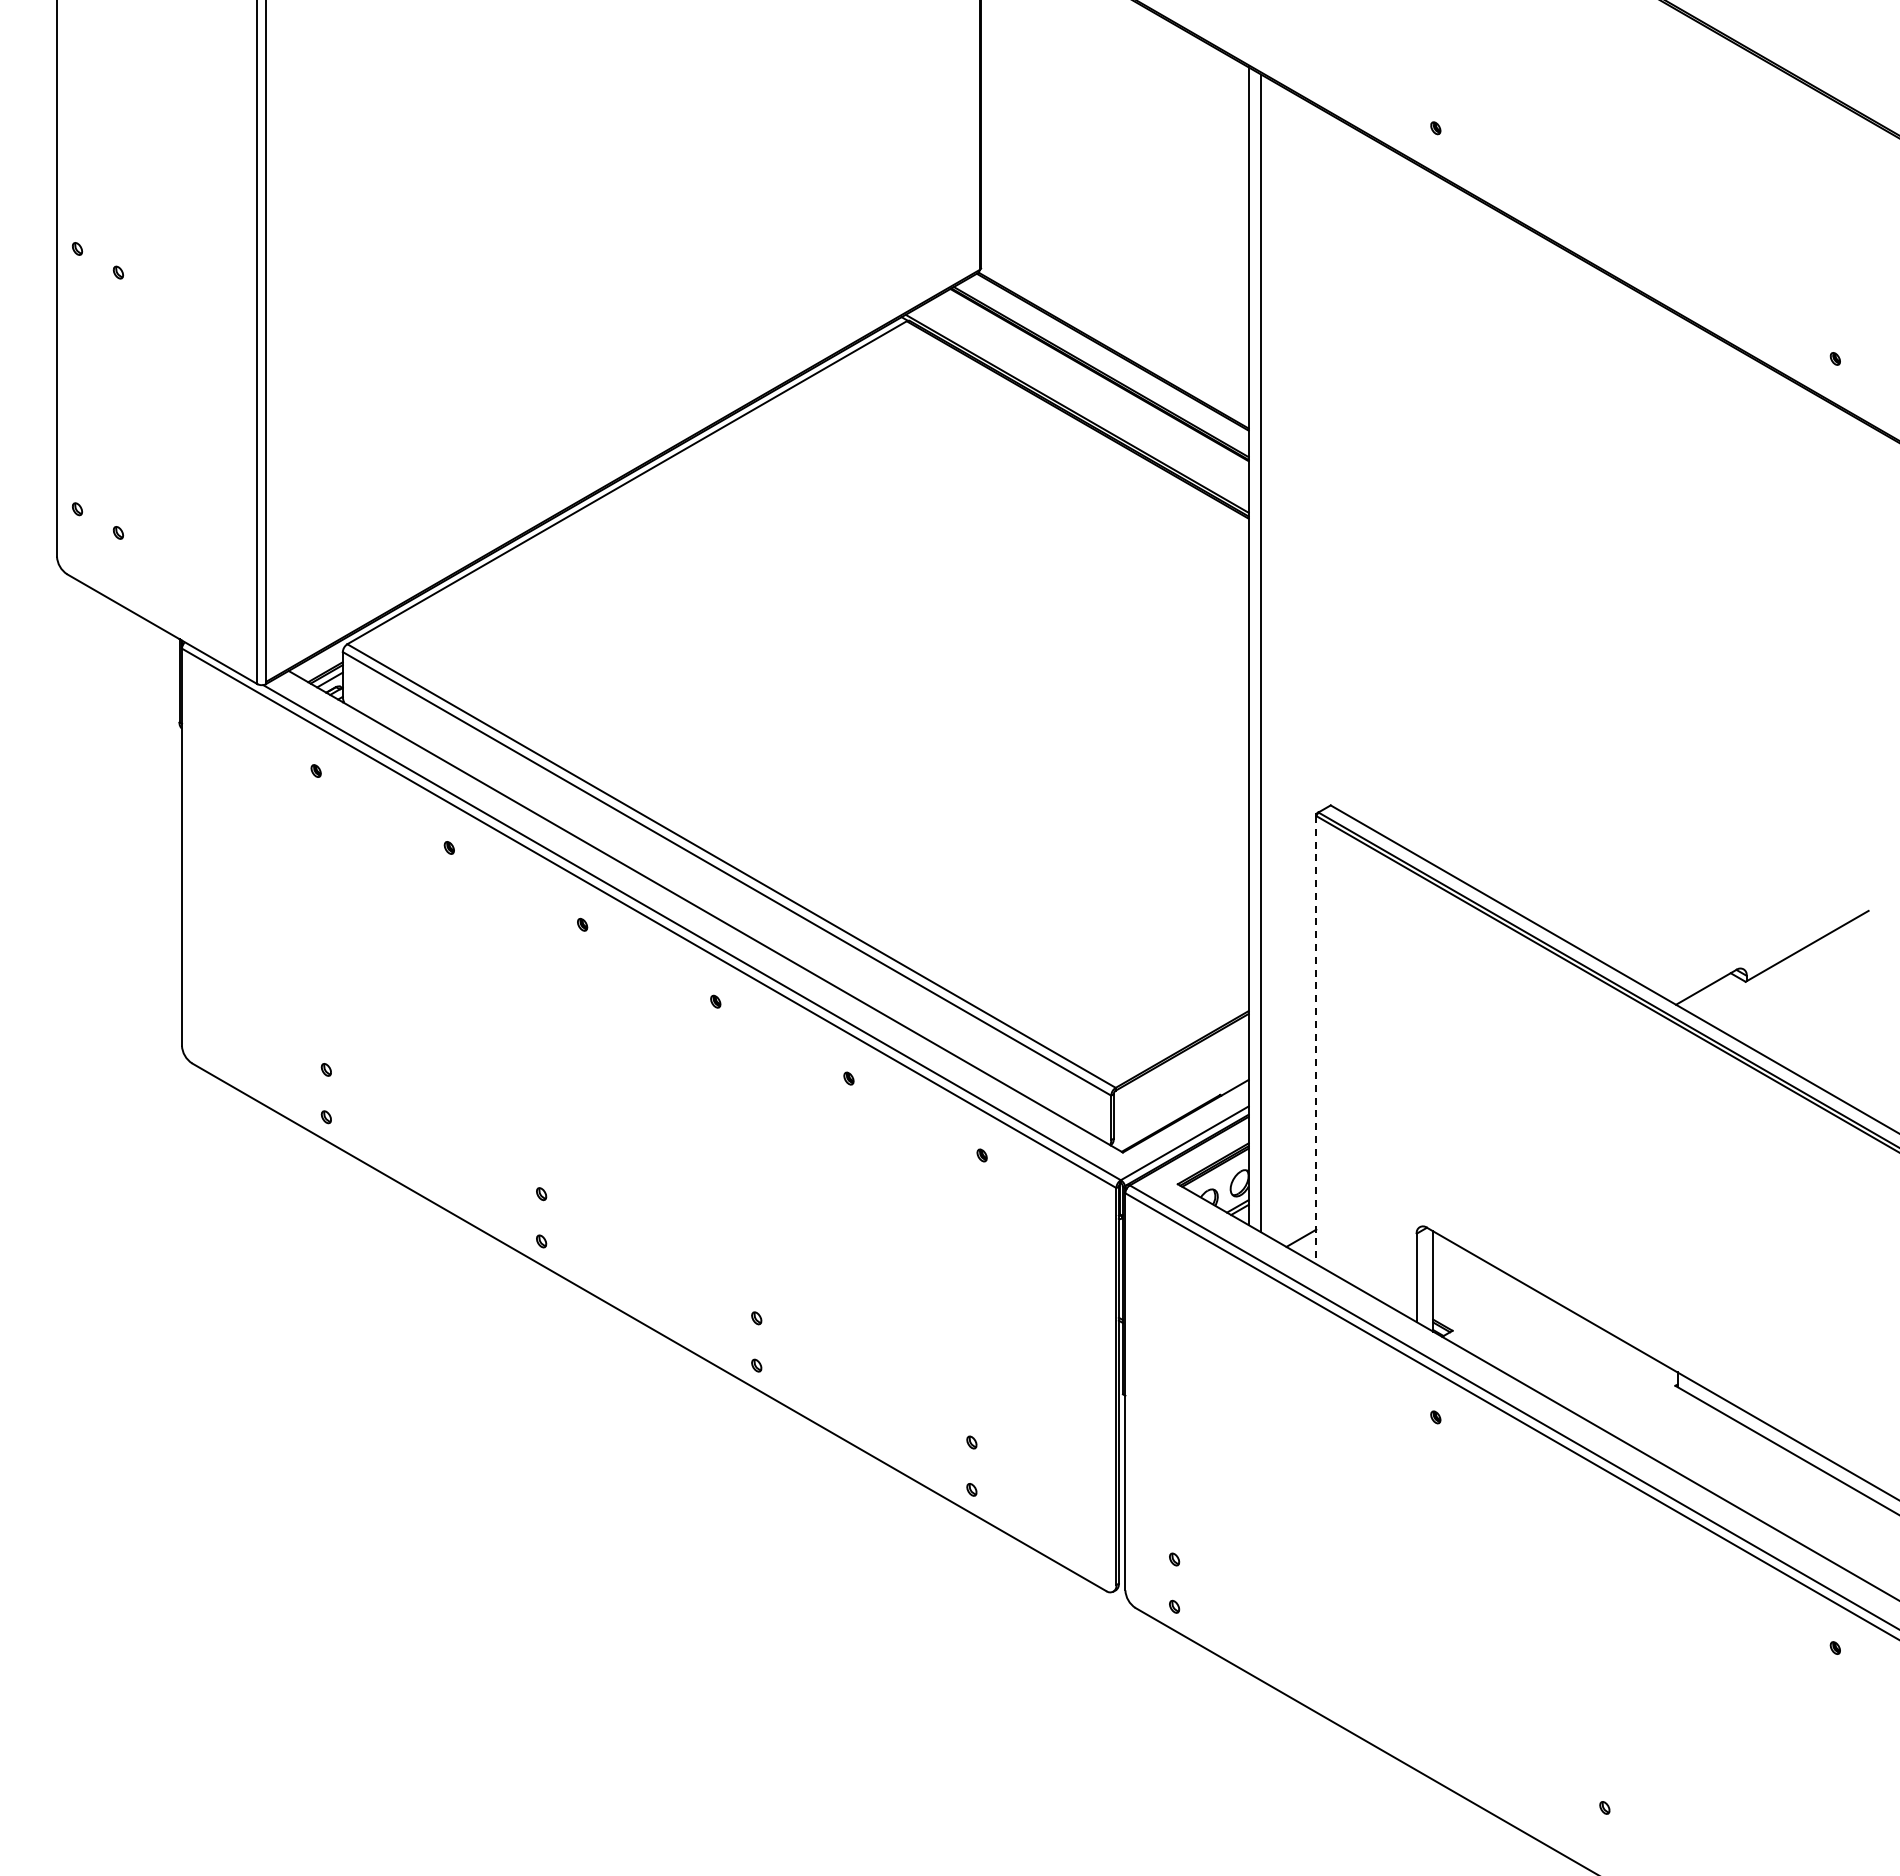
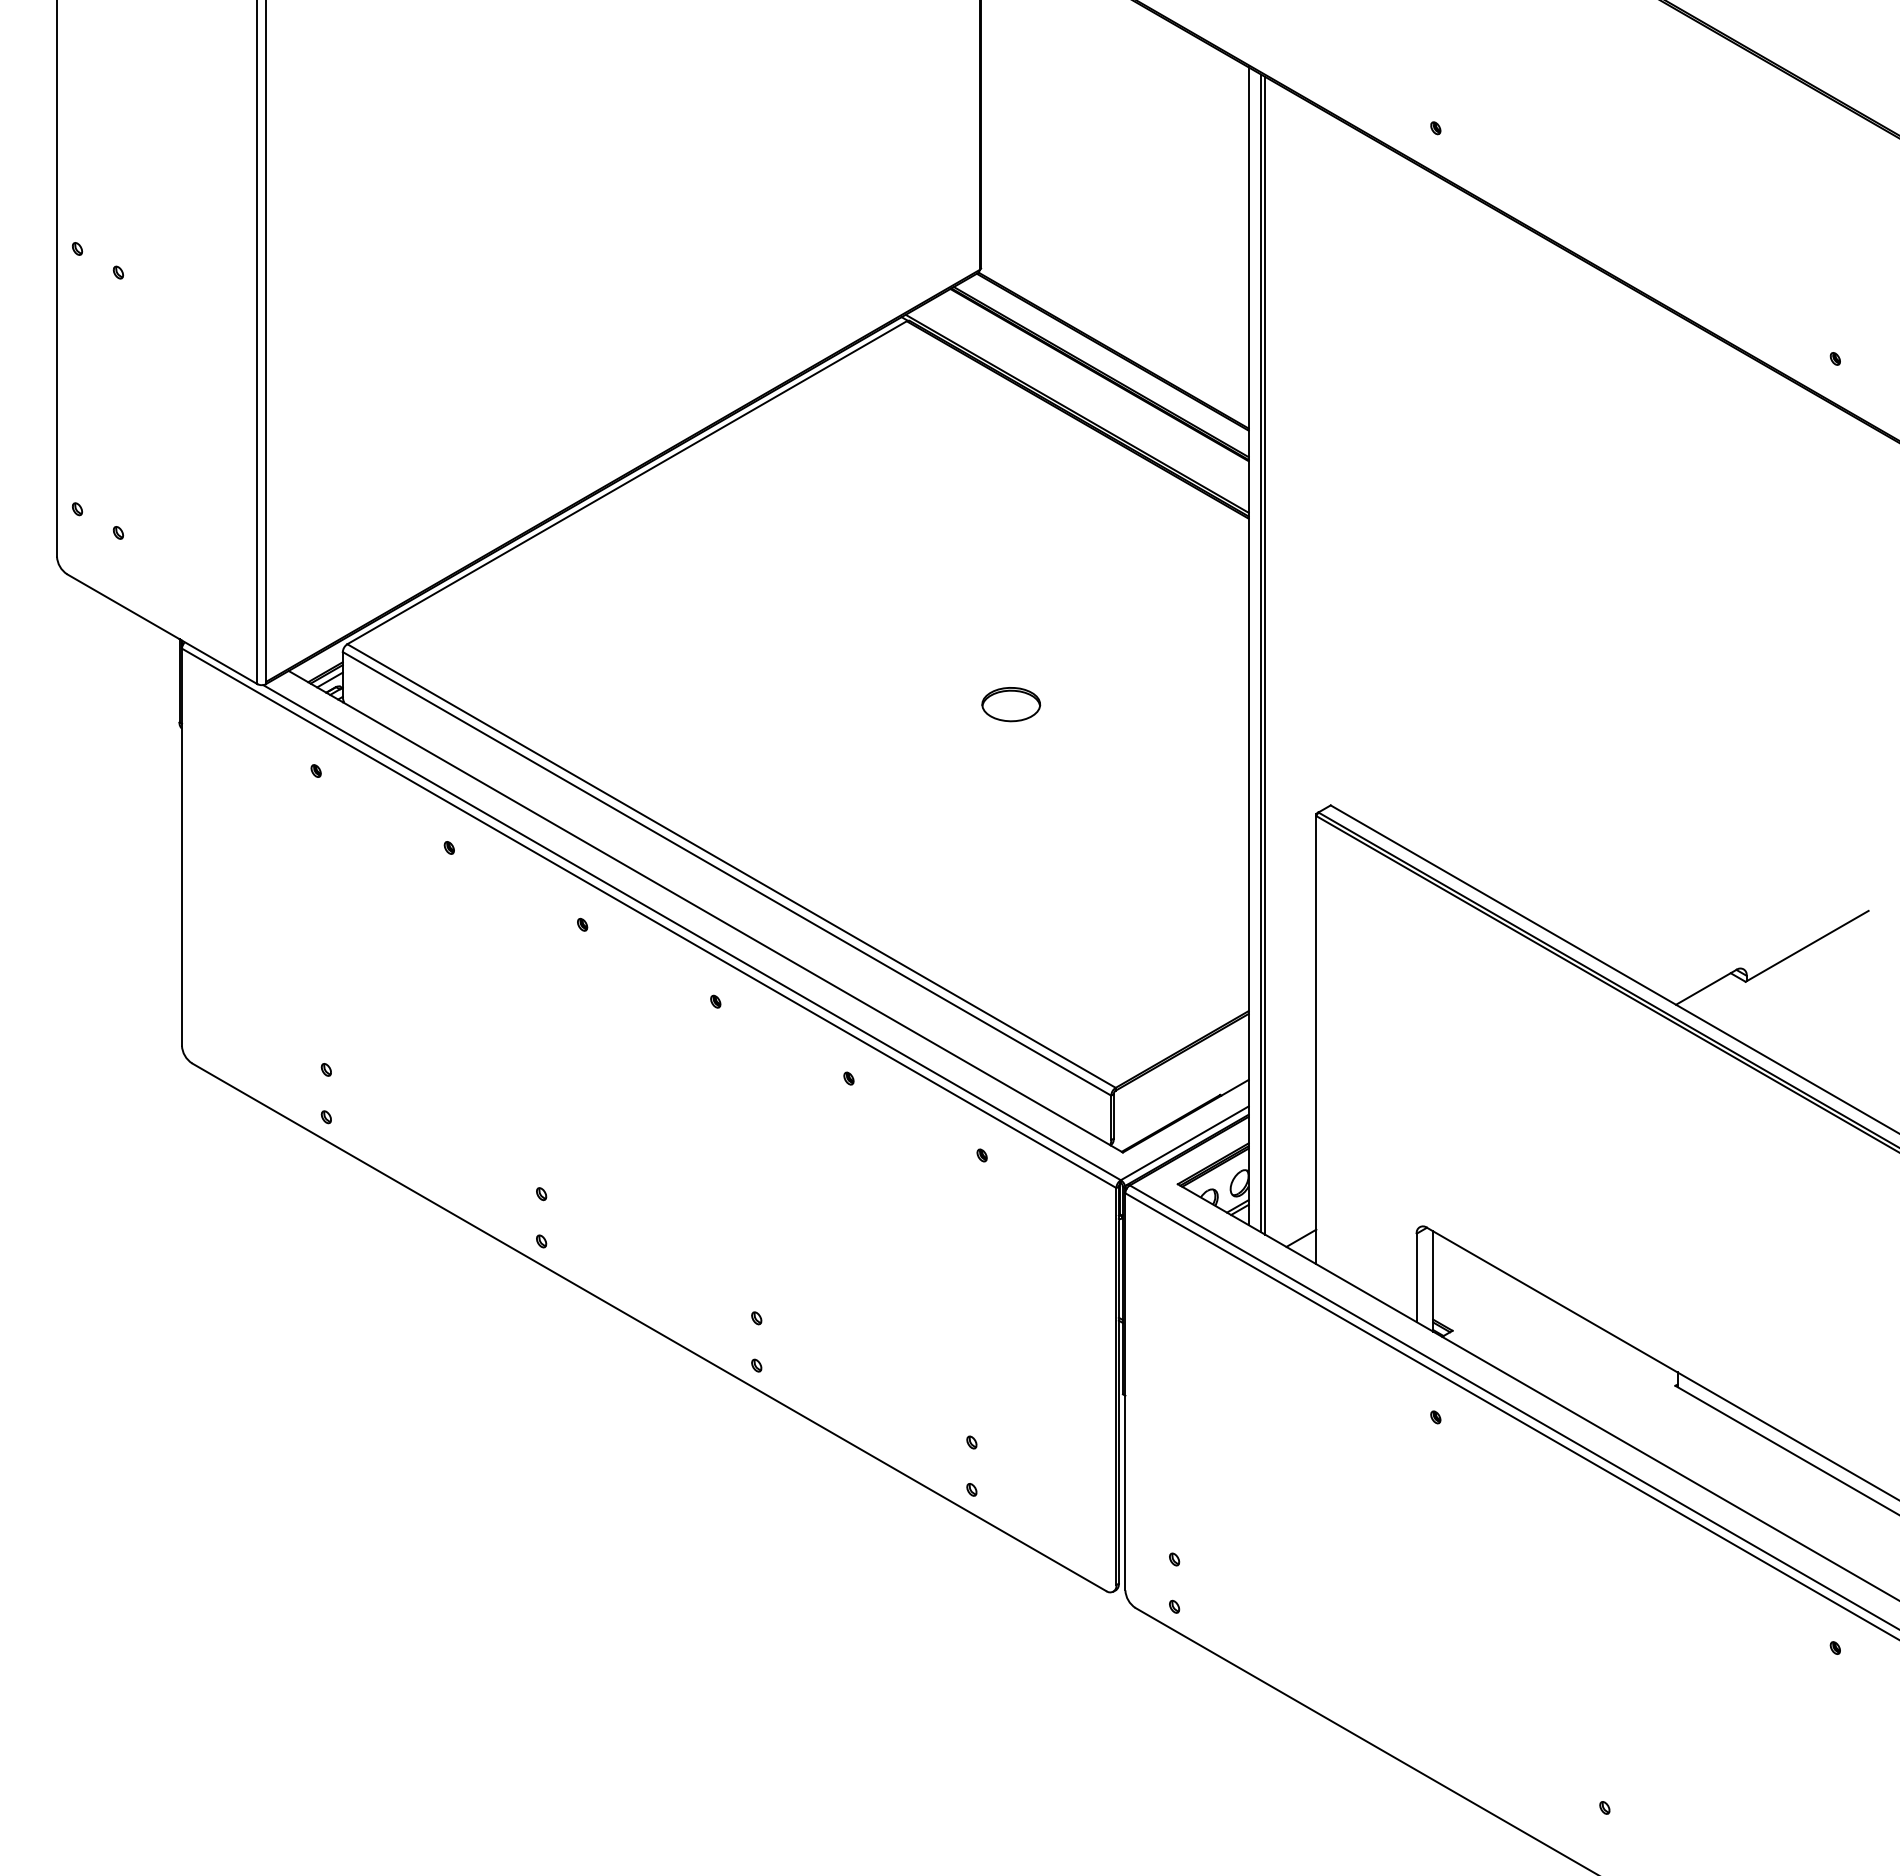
line at (1265, 655): none -> present
part at (1011, 704): none -> present
line at (1316, 1040): dashed -> solid
